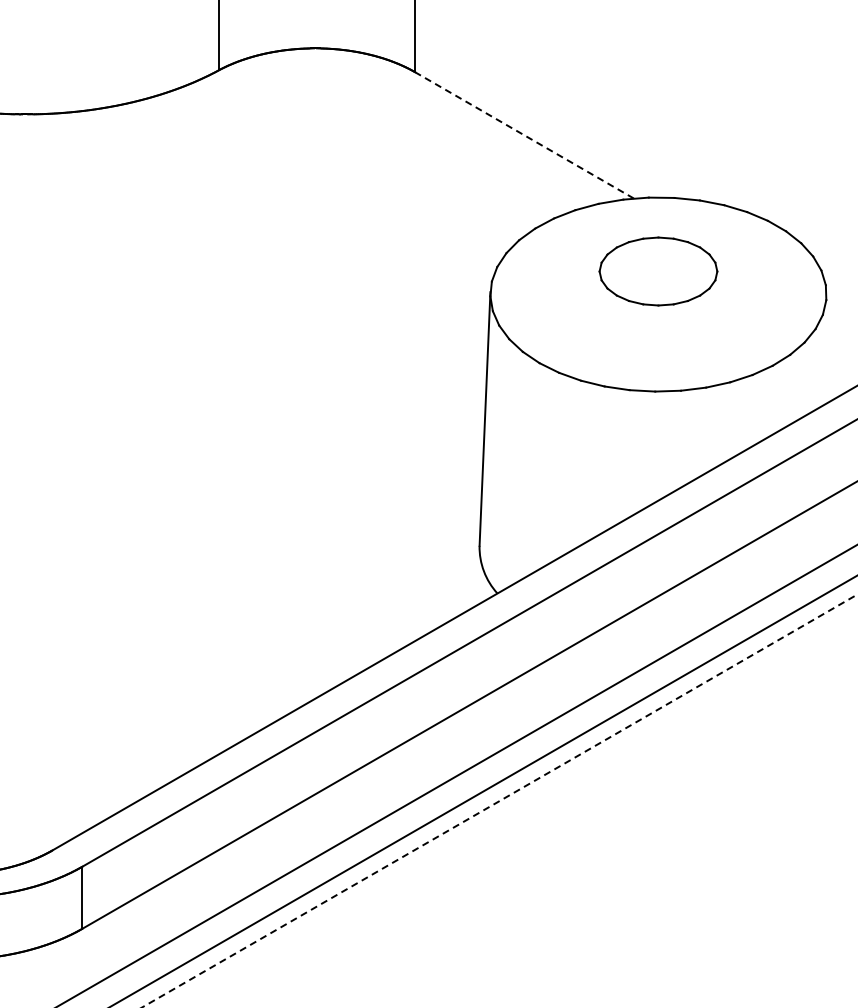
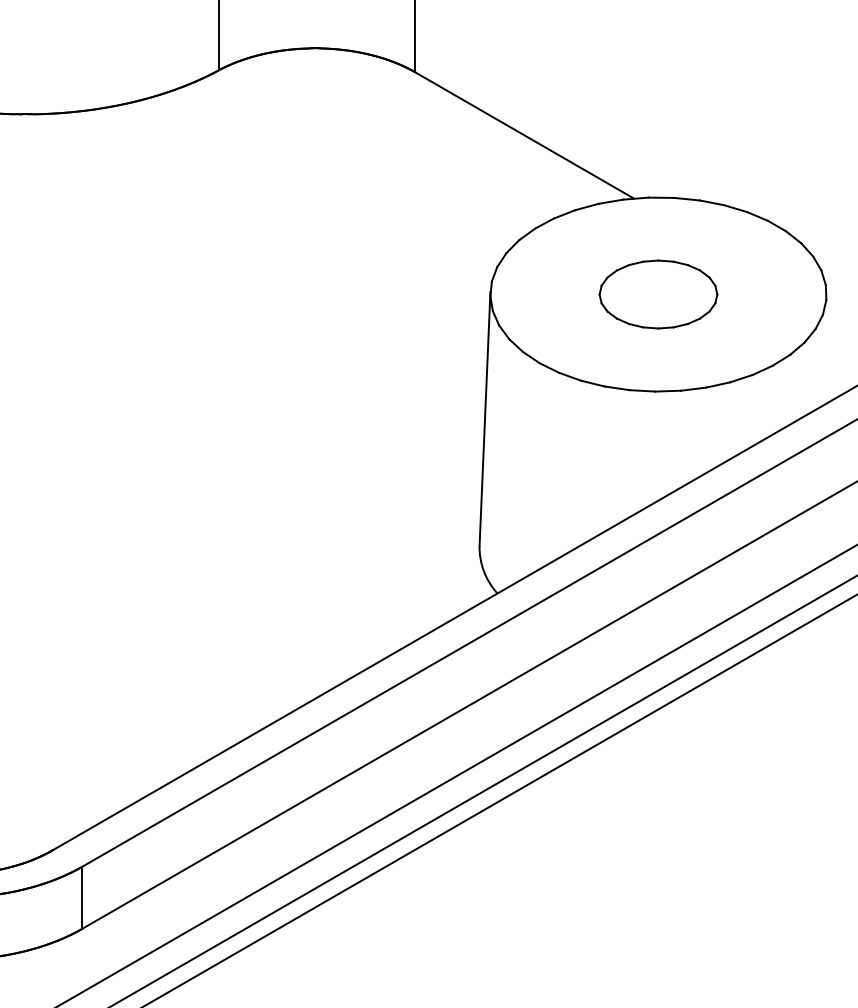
line at (524, 135): dashed -> solid
part at (658, 271) position: (658, 271) -> (658, 294)
line at (499, 801): dashed -> solid
